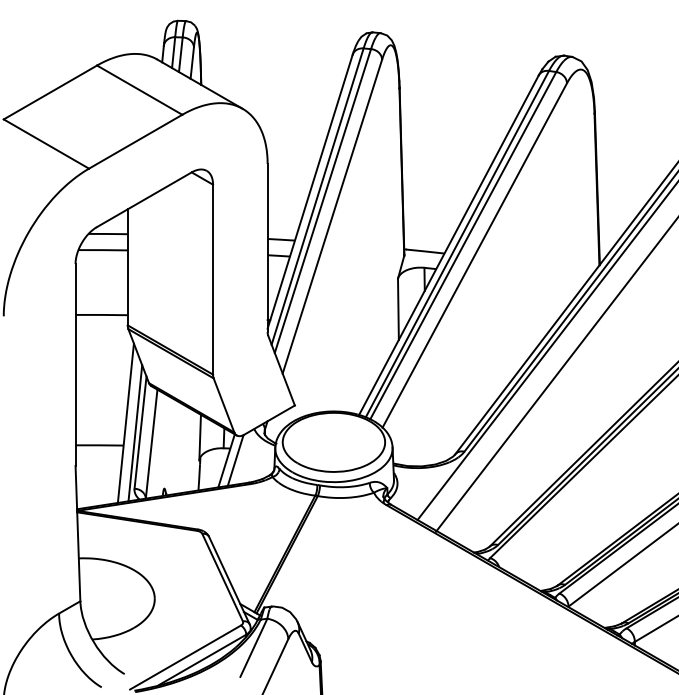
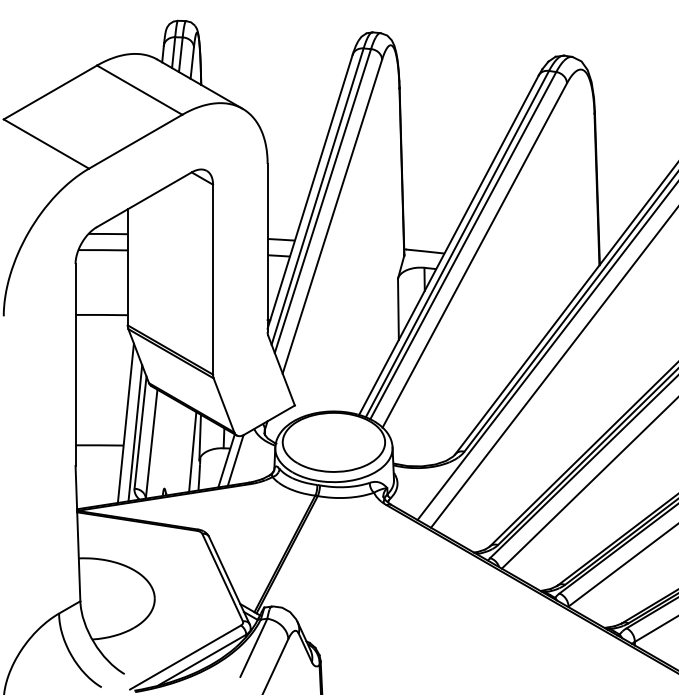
line at (555, 375) position: (555, 375) -> (553, 368)
line at (192, 451): none -> present
line at (588, 483): none -> present
